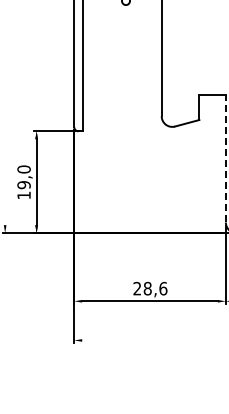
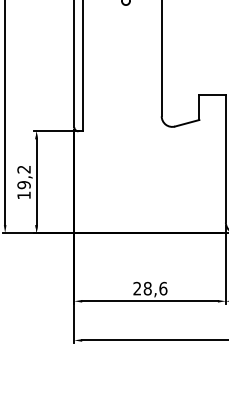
line at (5, 113): none -> present
line at (225, 158): dashed -> solid
text at (23, 169): 19,0 -> 19,2
line at (153, 340): none -> present
